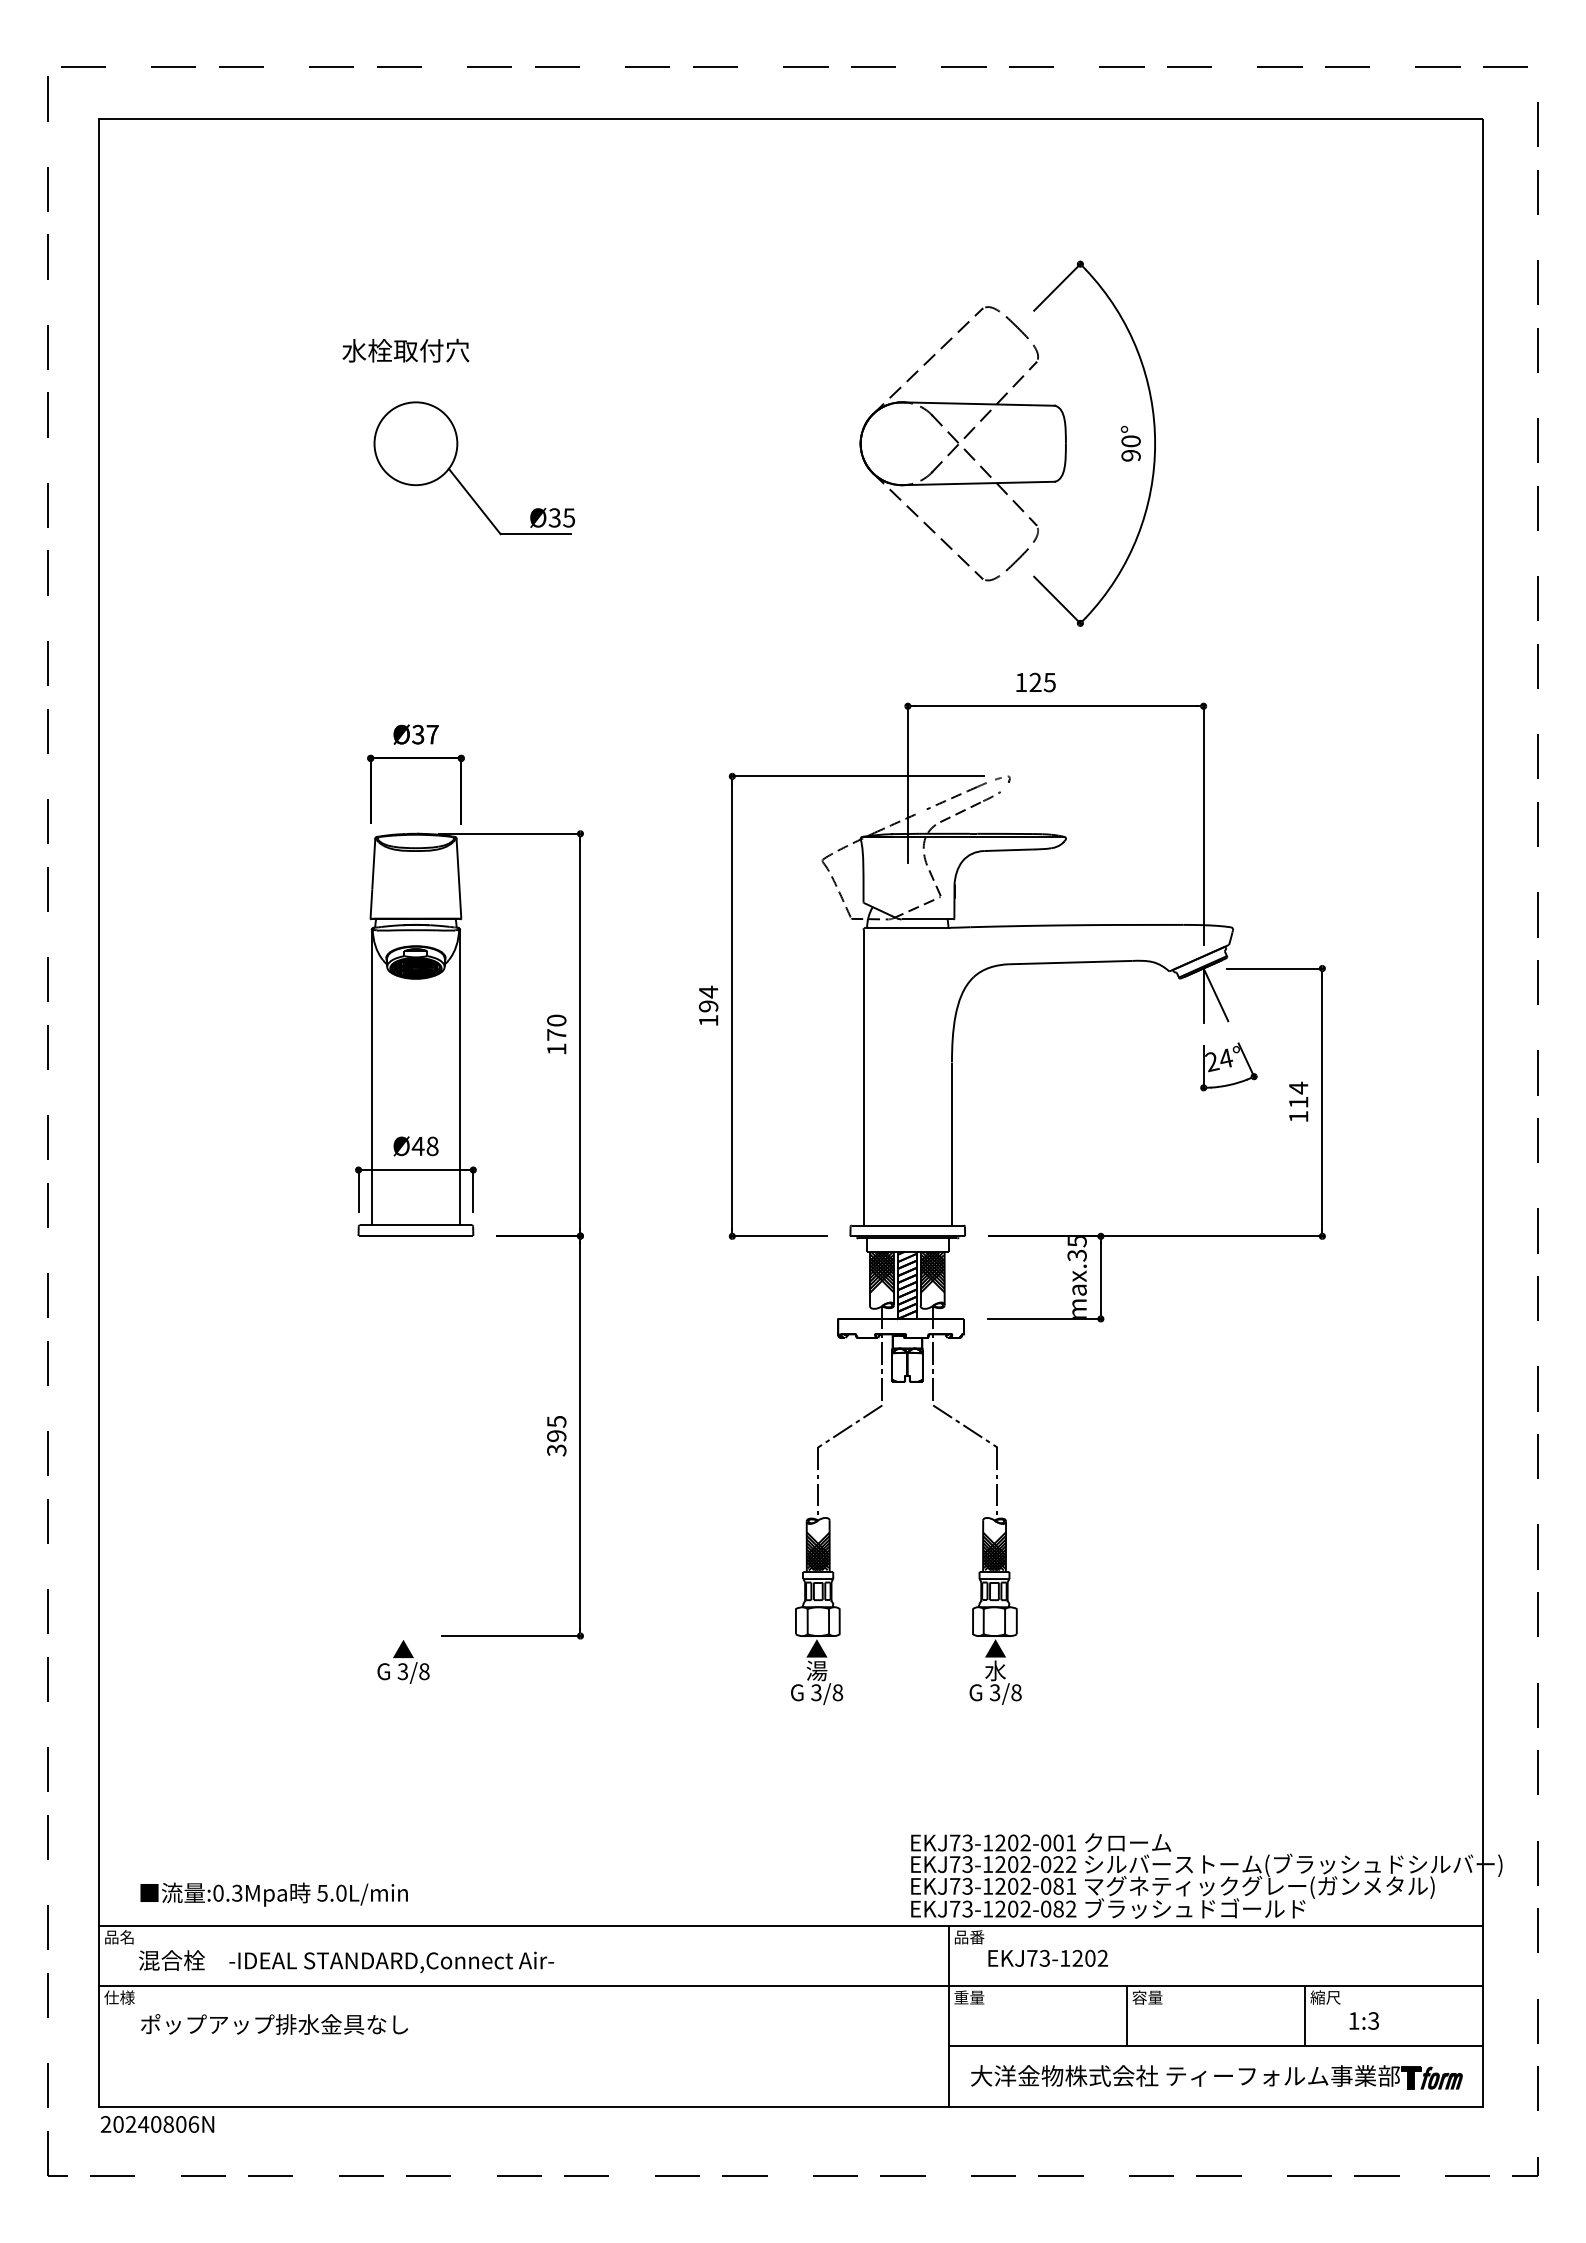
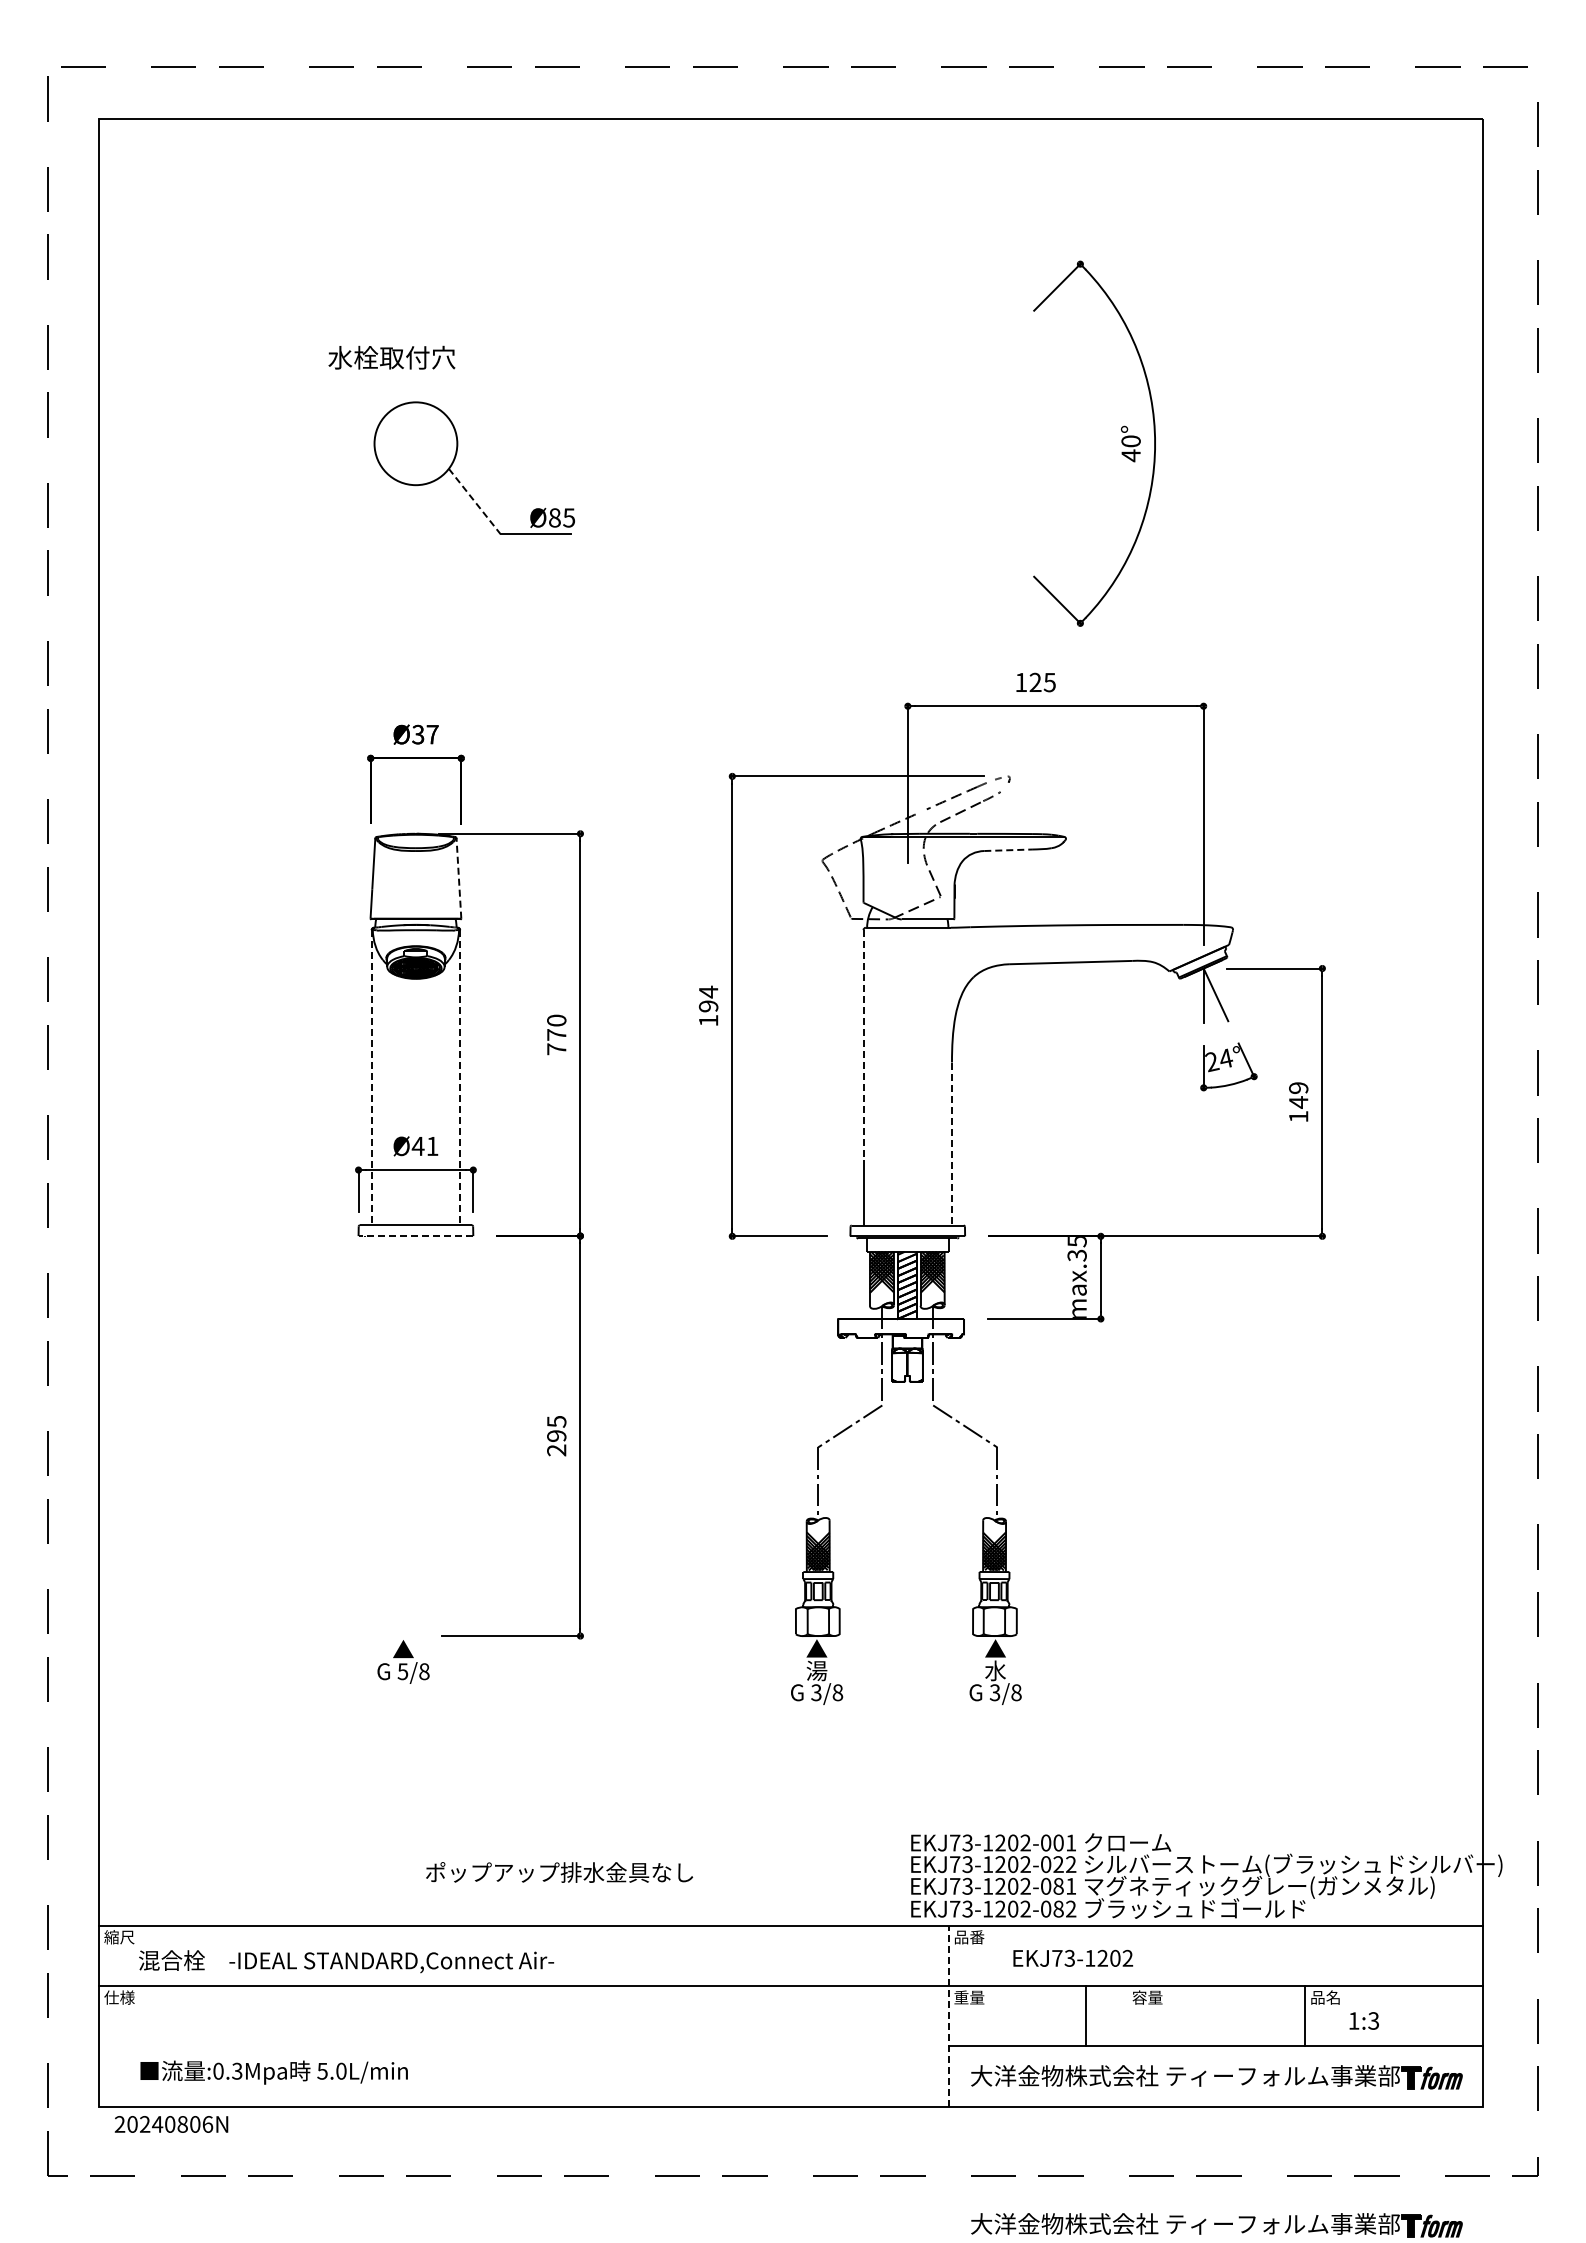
text at (405, 350) position: (405, 350) -> (391, 357)
part at (962, 443): present -> none
text at (1130, 455): 90° -> 40°
line at (474, 501): solid -> dashed
text at (554, 517): Ø35 -> Ø85
line at (1008, 850): solid -> dashed
line at (458, 879): solid -> dashed
line at (863, 1044): solid -> dashed
text at (556, 1049): 170 -> 770
line at (371, 1077): solid -> dashed
line at (460, 1077): solid -> dashed
text at (1298, 1094): 114 -> 149
line at (951, 1144): solid -> dashed
text at (432, 1146): Ø48 -> Ø41
line at (415, 1236): solid -> dashed
text at (556, 1450): 395 -> 295
text at (403, 1671): 3/8 -> 5/8
text at (273, 1894) position: (273, 1894) -> (273, 2072)
text at (119, 1937): 品名 -> 縮尺
text at (1048, 1957) position: (1048, 1957) -> (1073, 1957)
text at (1325, 1997): 縮尺 -> 品名
line at (948, 2016): solid -> dashed
line at (1126, 2016) position: (1126, 2016) -> (1085, 2016)
text at (274, 2024) position: (274, 2024) -> (559, 1872)
text at (157, 2124) position: (157, 2124) -> (171, 2124)
part at (1216, 2225): none -> present
